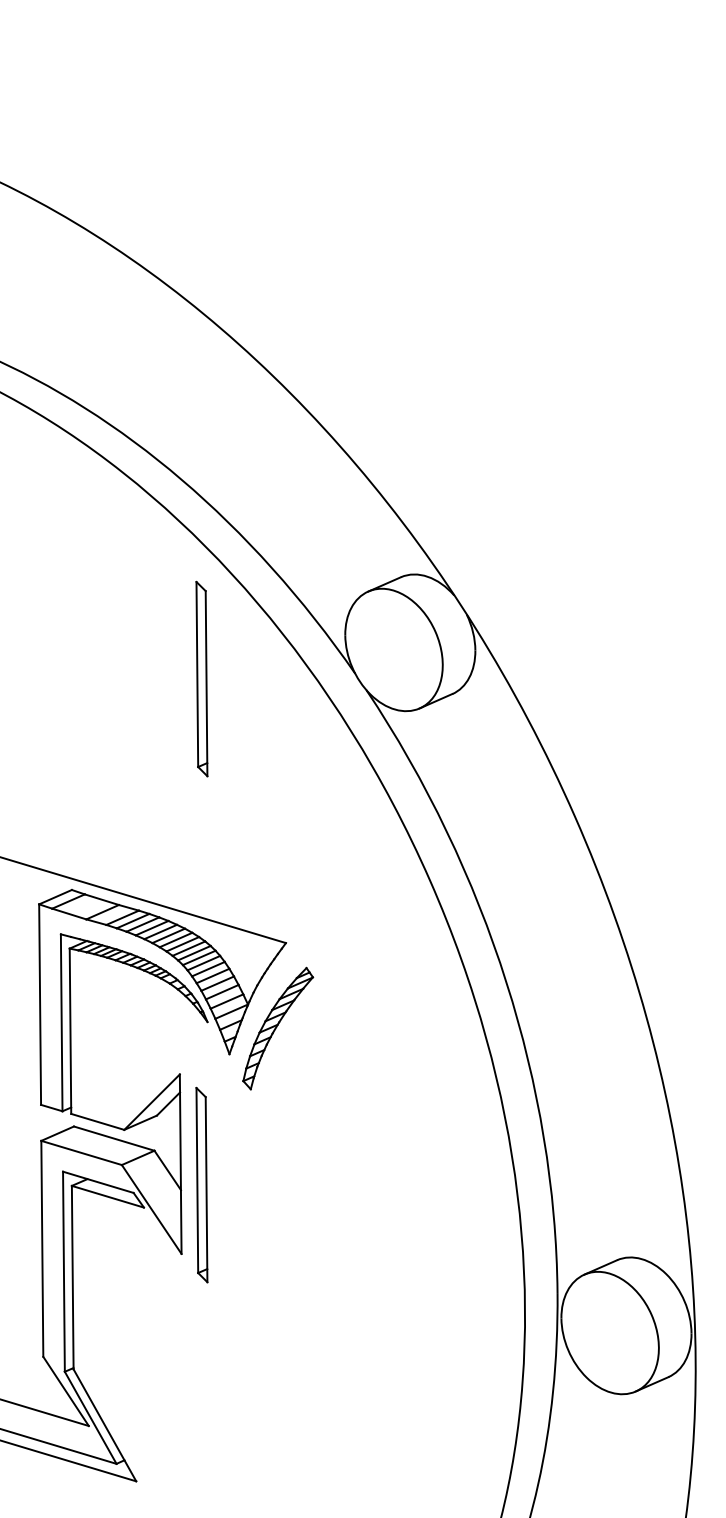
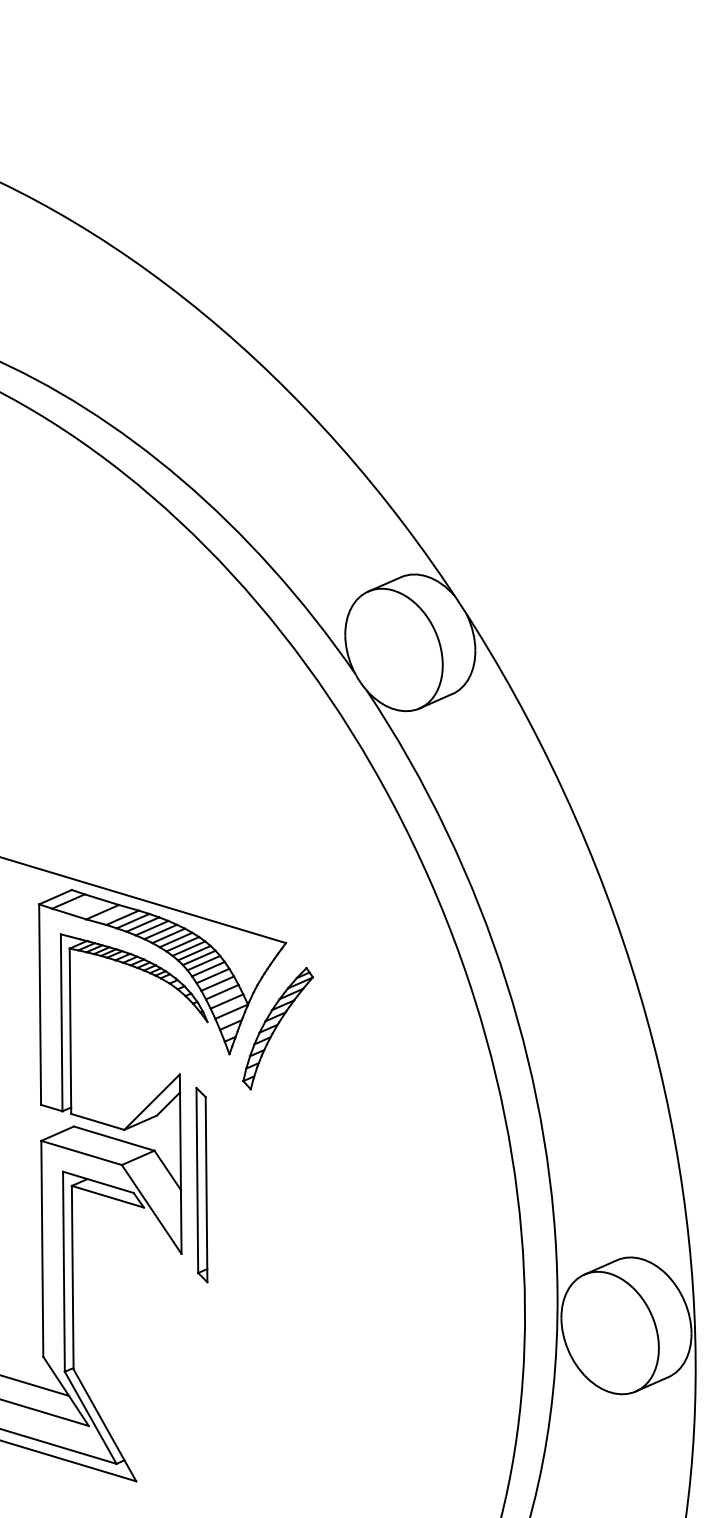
part at (201, 678): present -> none
line at (35, 1385): none -> present
